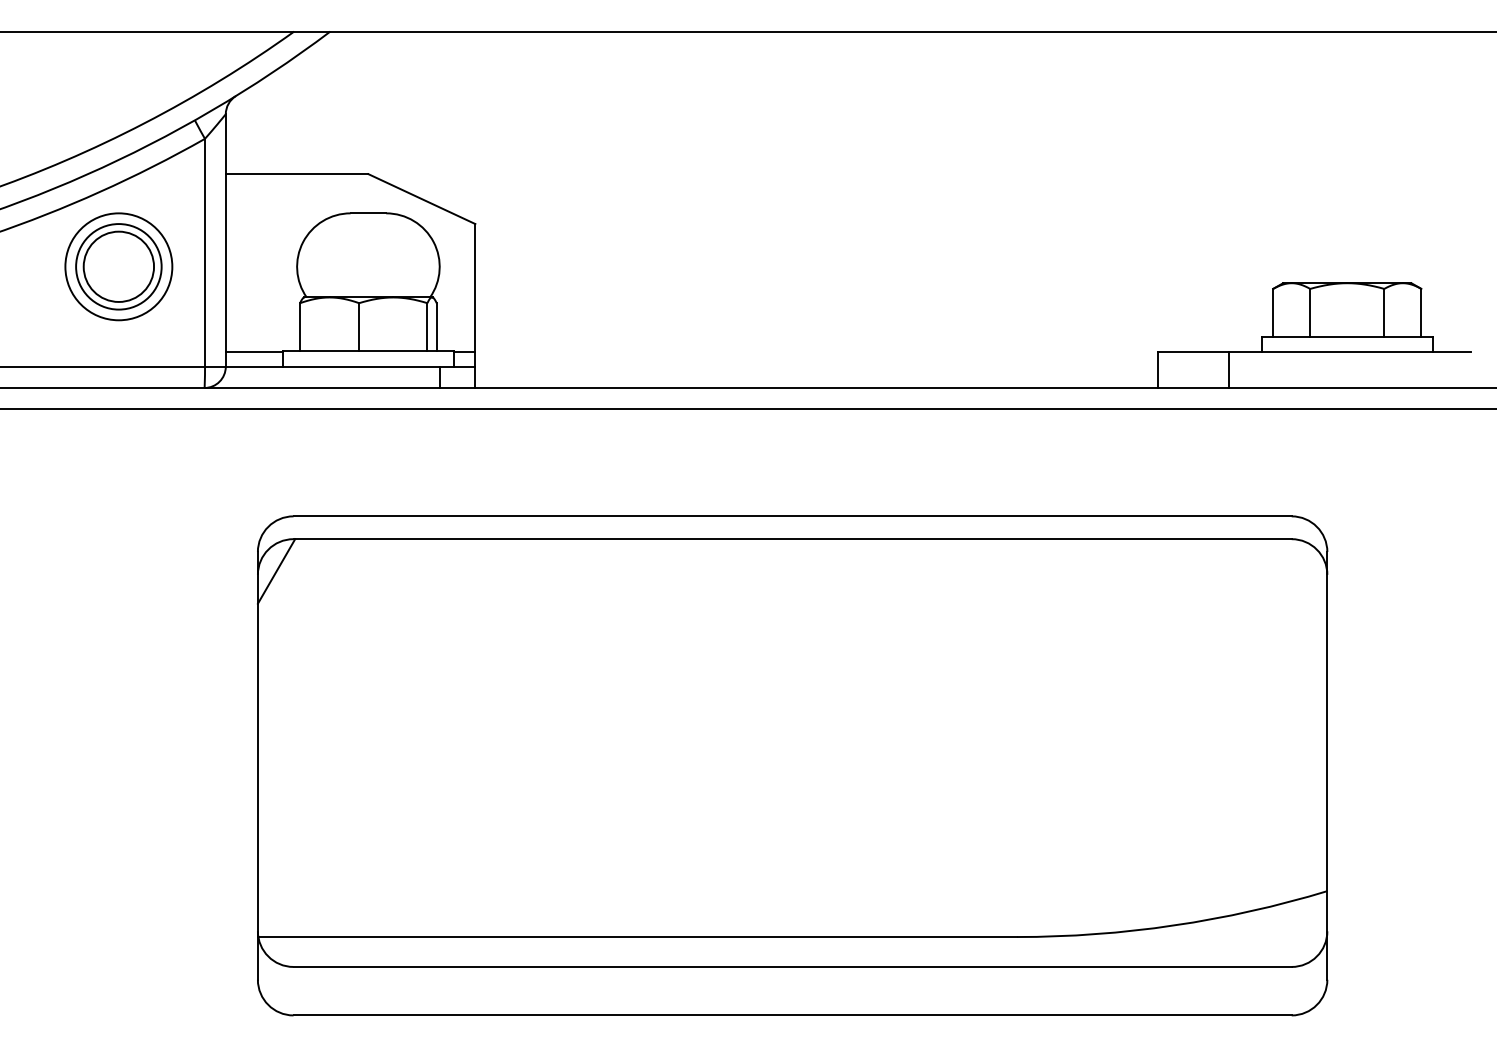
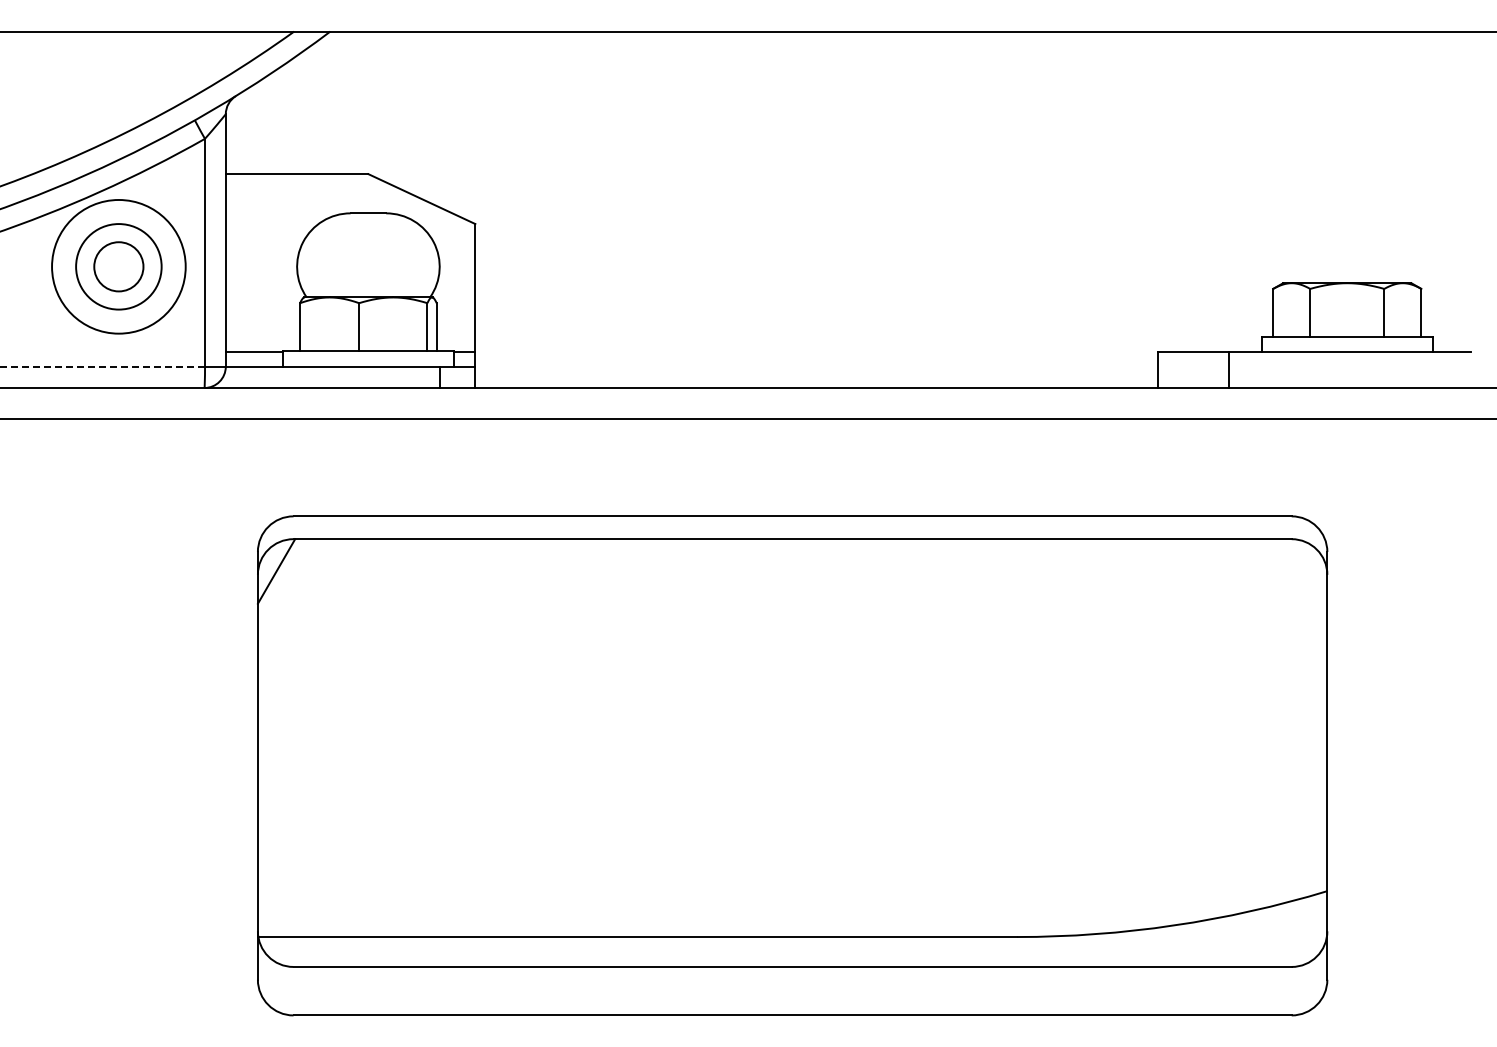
circle at (118, 266) diameter: 107 px -> 134 px
circle at (118, 266) diameter: 70 px -> 49 px
line at (102, 366): solid -> dashed
line at (747, 409) position: (747, 409) -> (747, 419)
